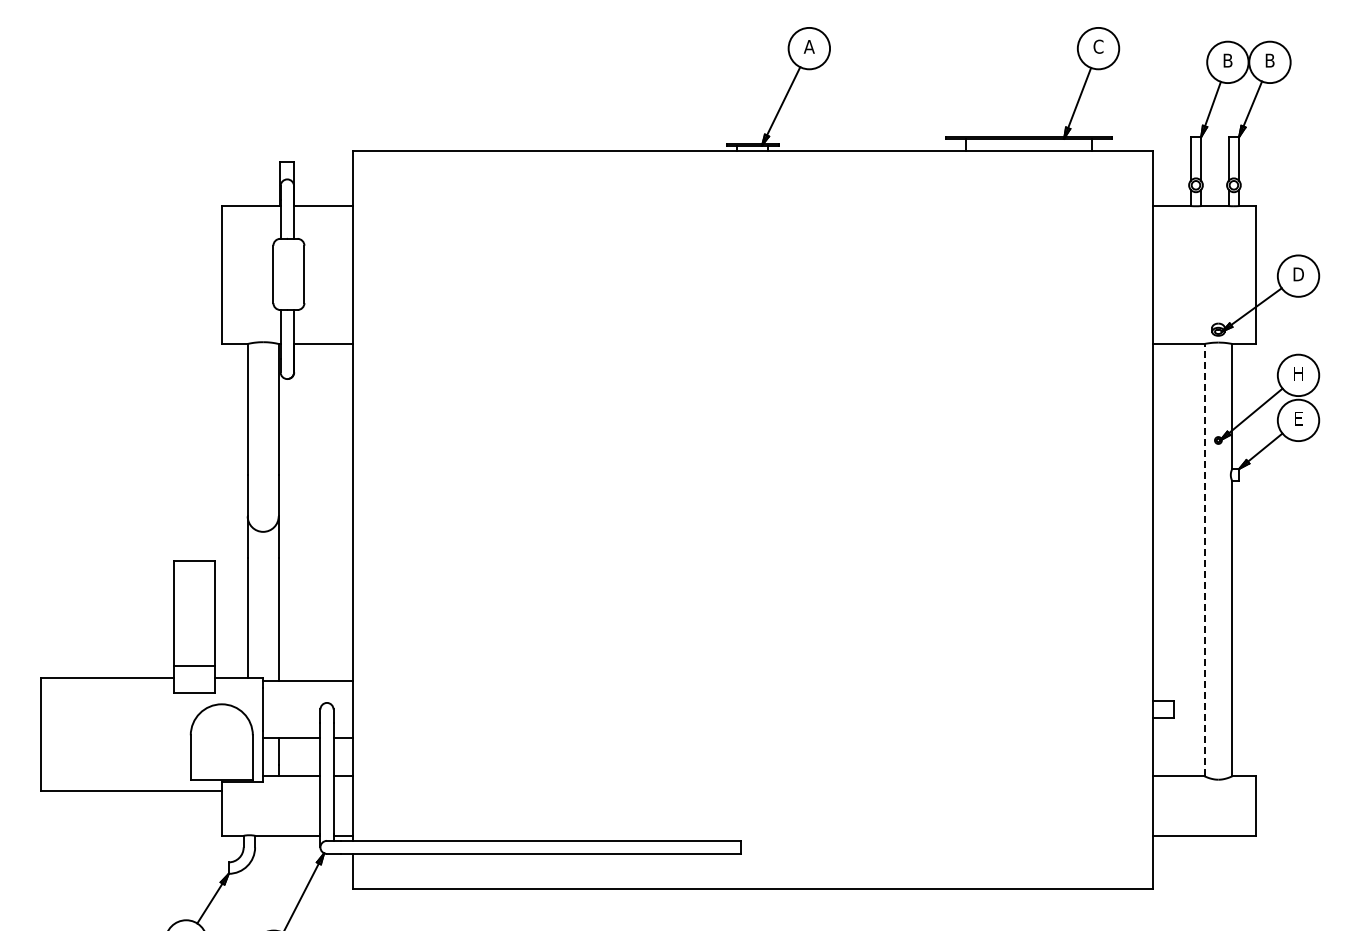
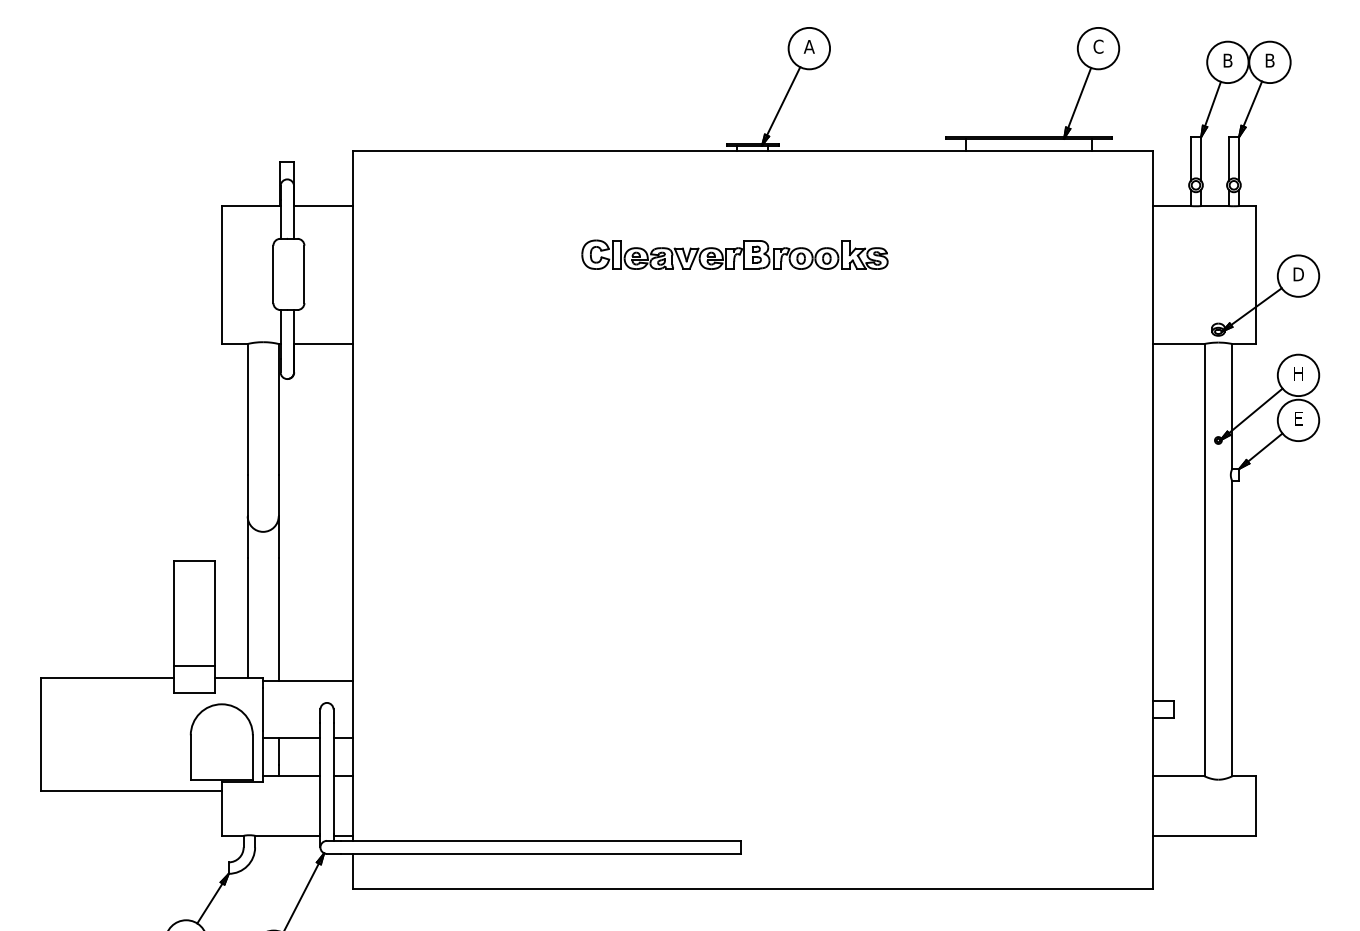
part at (734, 254): none -> present
line at (1204, 559): dashed -> solid
